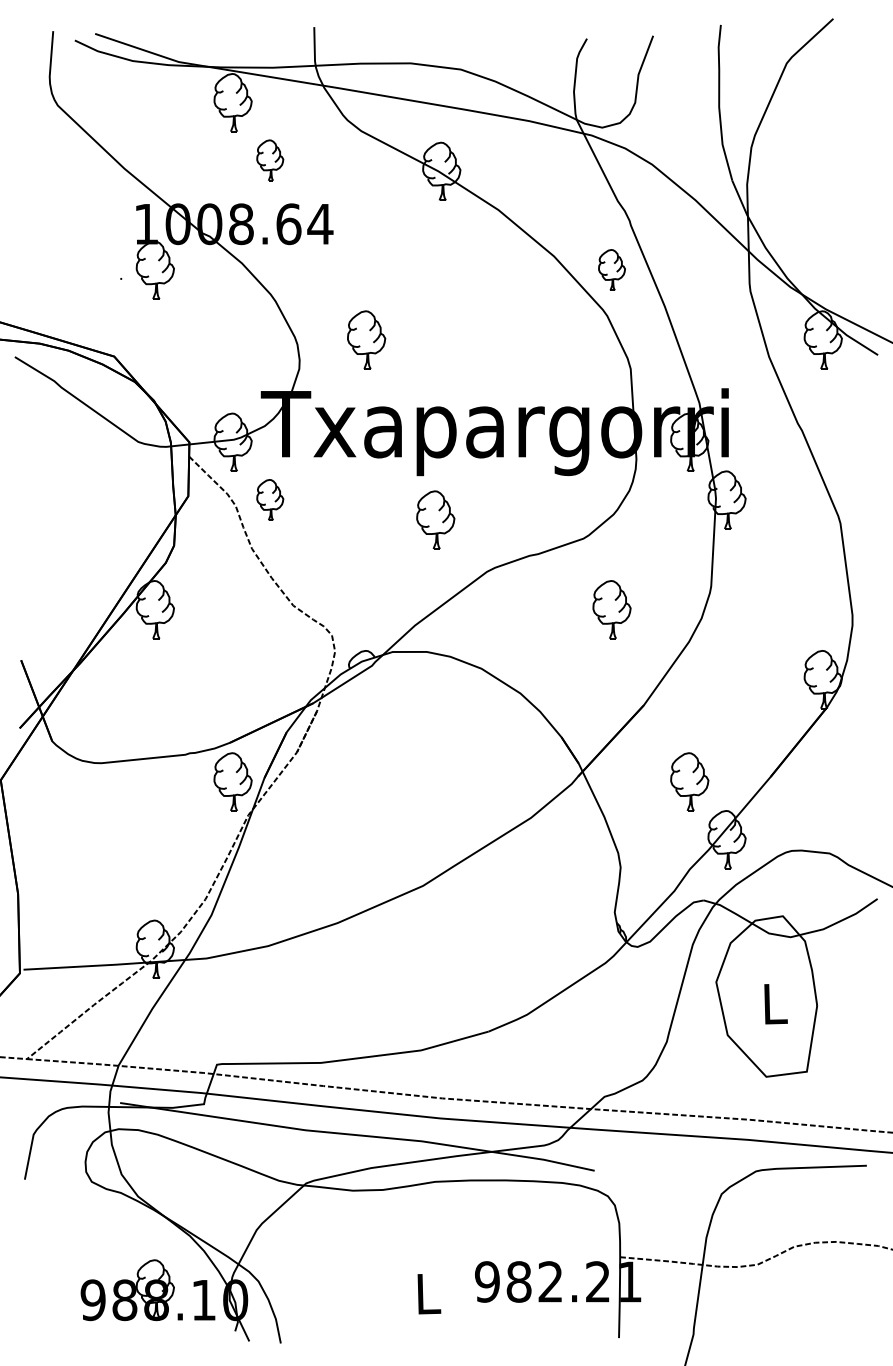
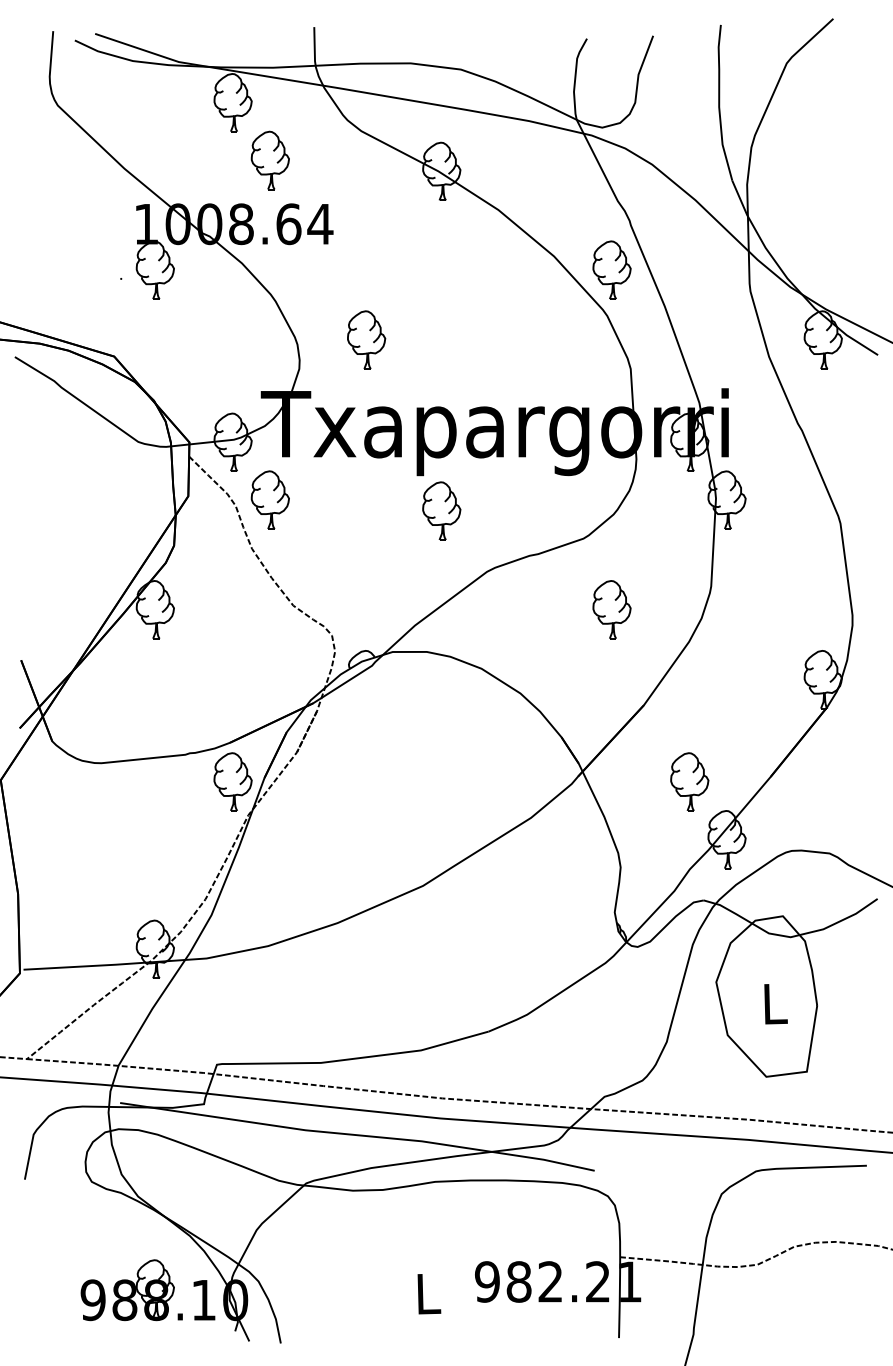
part at (270, 160) size: 29x43 px -> 40x61 px
part at (611, 269) size: 28x42 px -> 40x60 px
part at (270, 499) size: 29x42 px -> 40x60 px
part at (435, 519) position: (435, 519) -> (441, 510)
